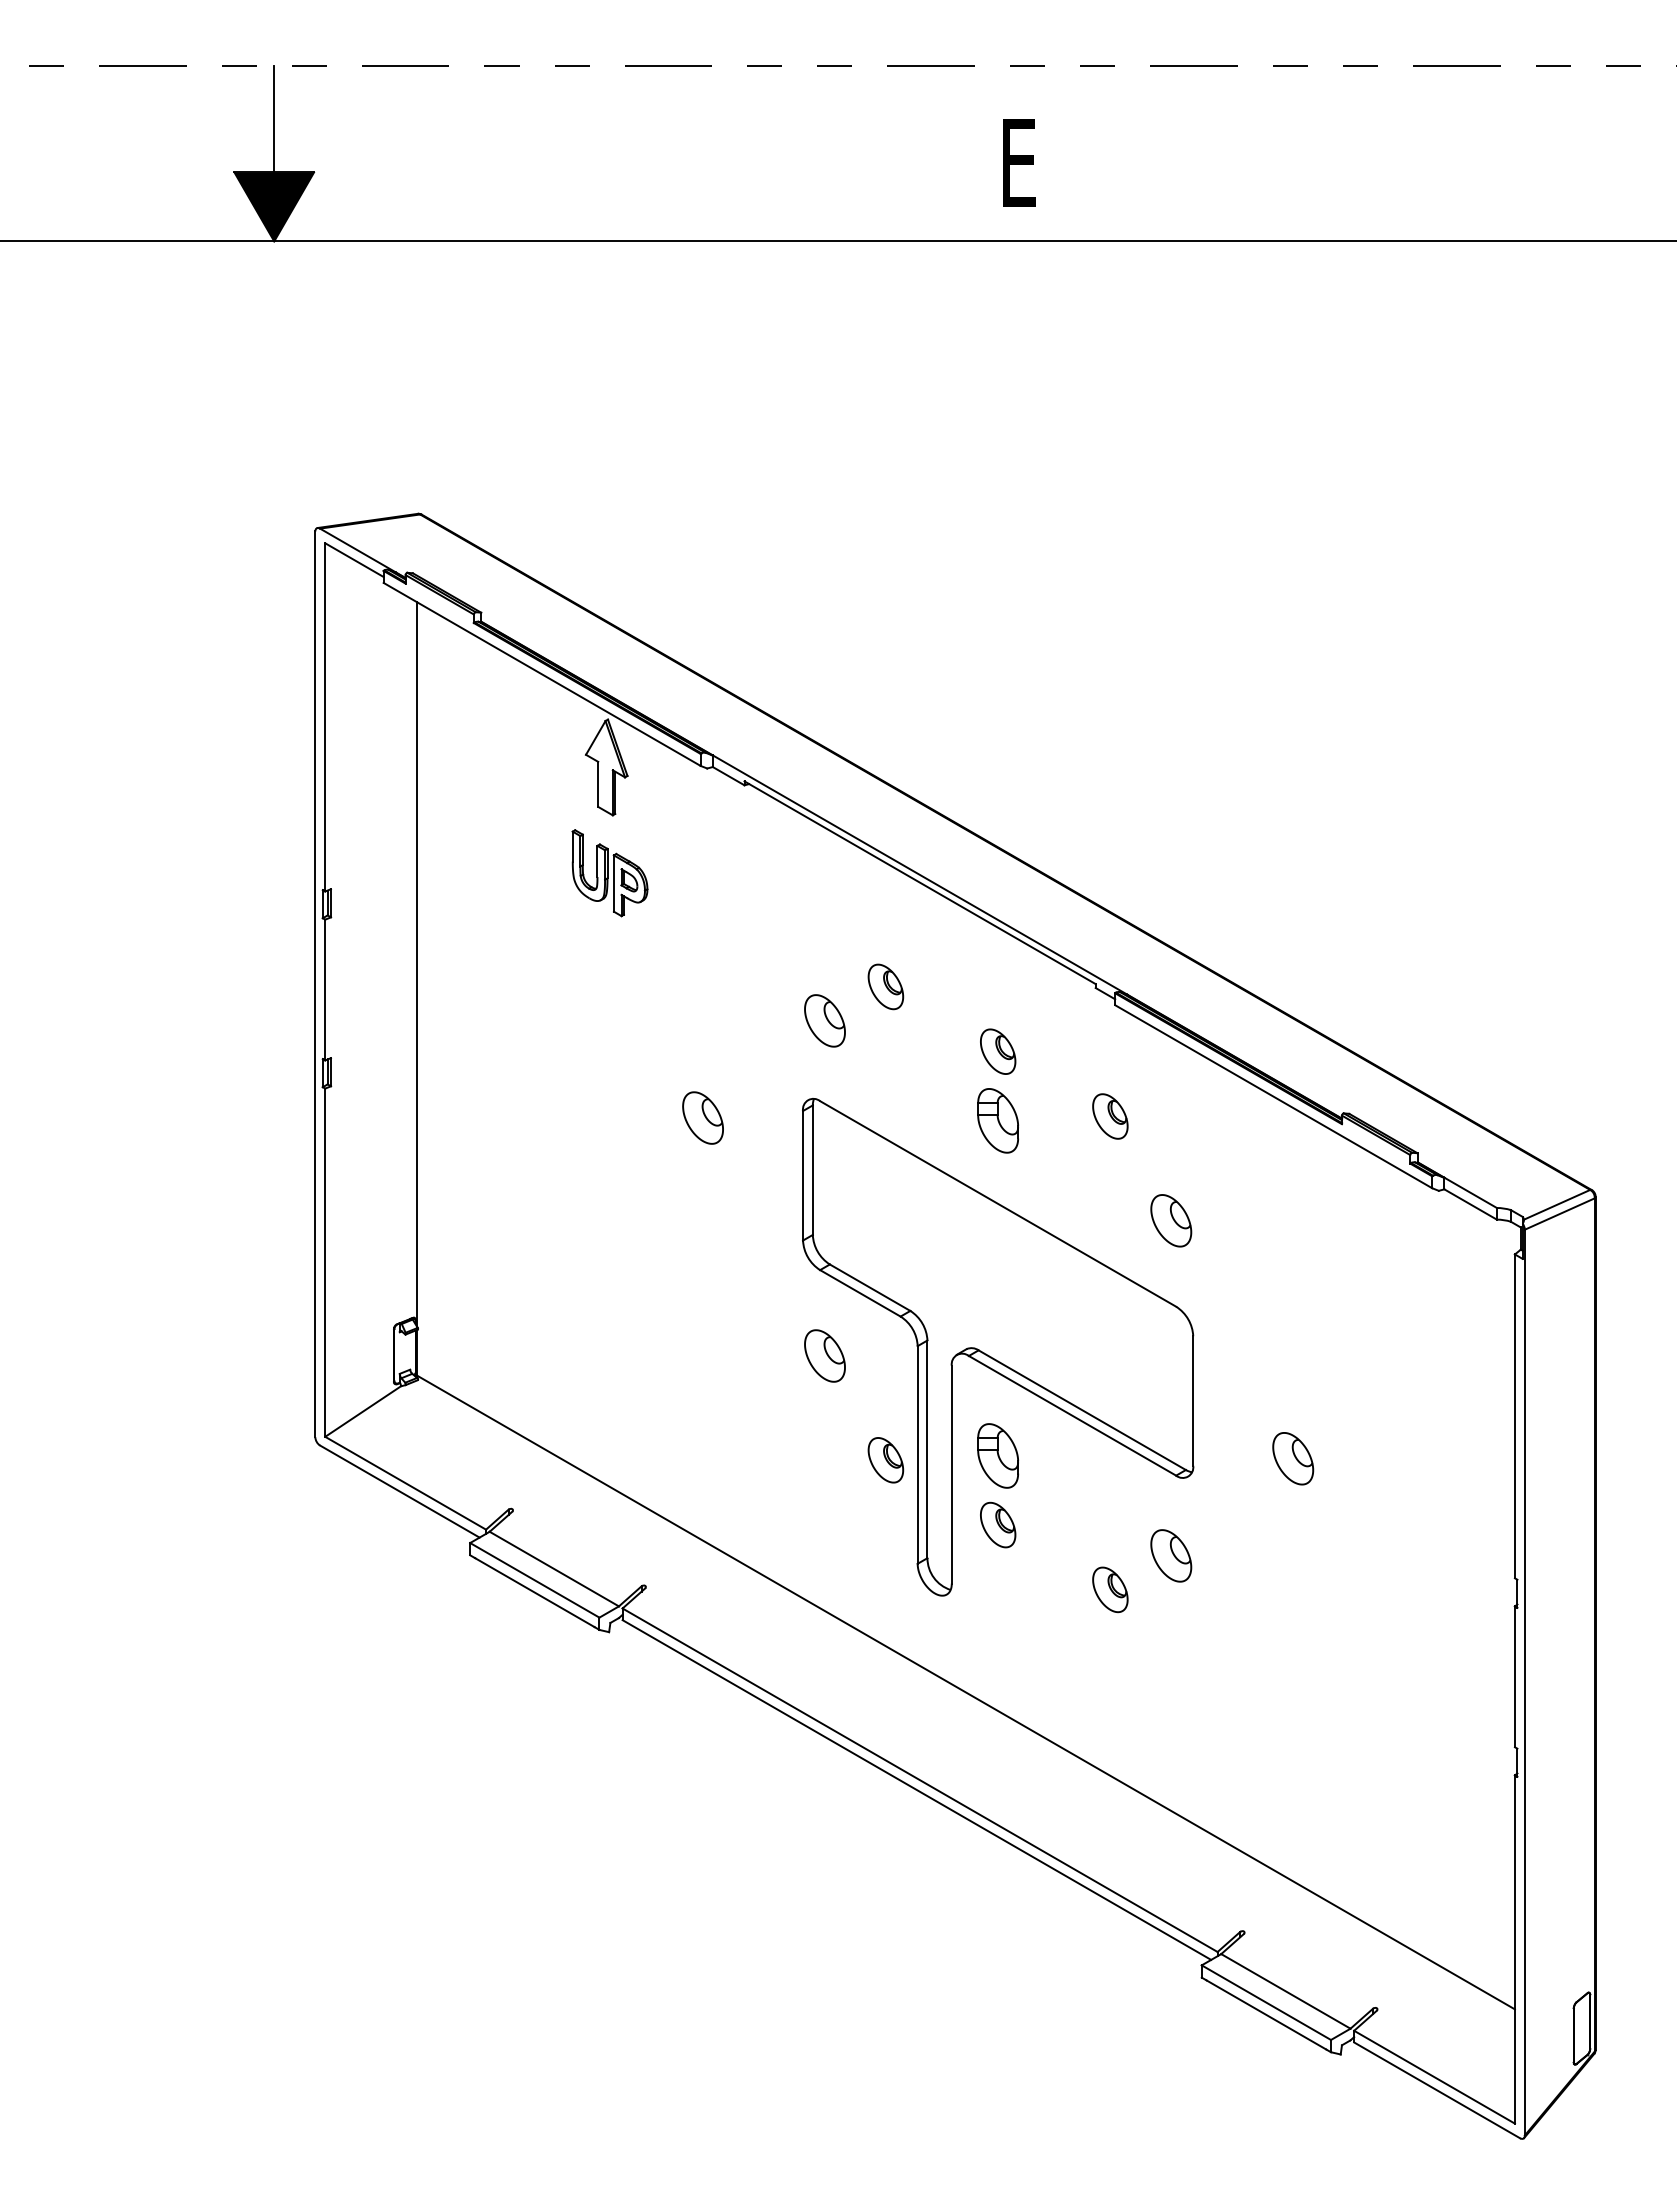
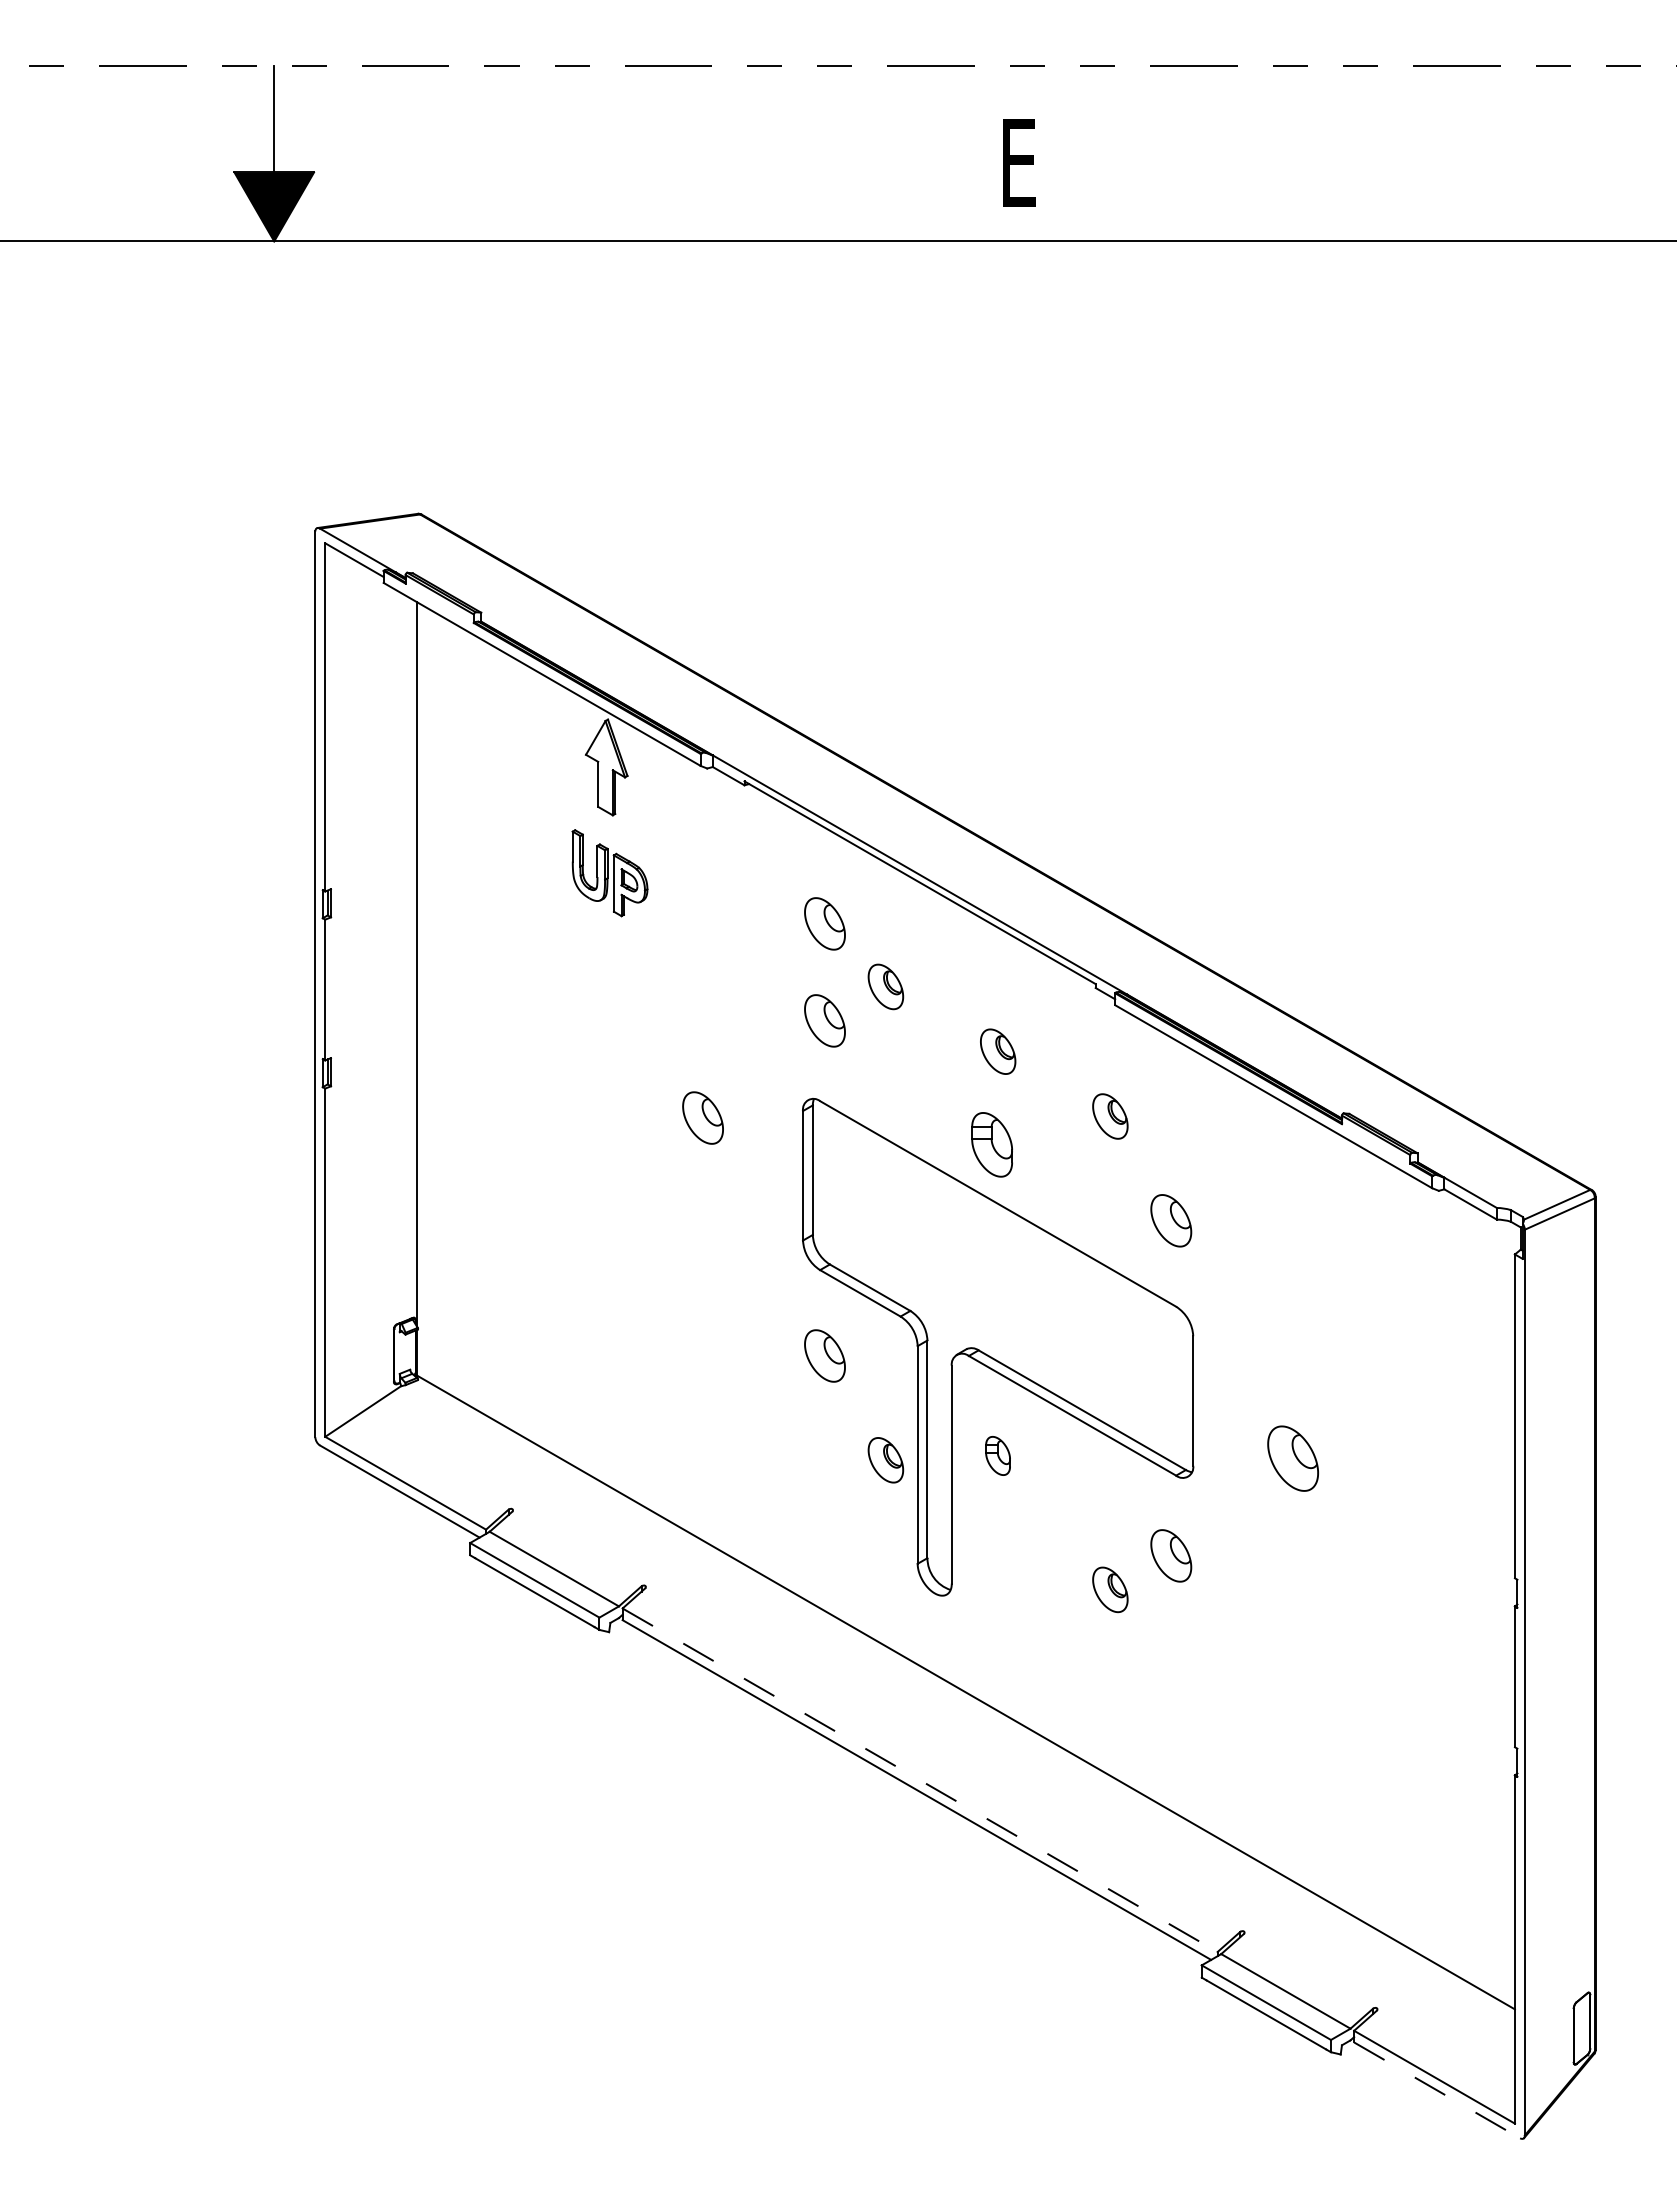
part at (824, 923): none -> present
part at (997, 1120) position: (997, 1120) -> (991, 1144)
part at (997, 1455) size: 42x66 px -> 26x40 px
part at (1293, 1458) size: 43x54 px -> 52x67 px
part at (998, 1524): present -> none
line at (920, 1780): solid -> dashed
line at (1437, 2090): solid -> dashed
